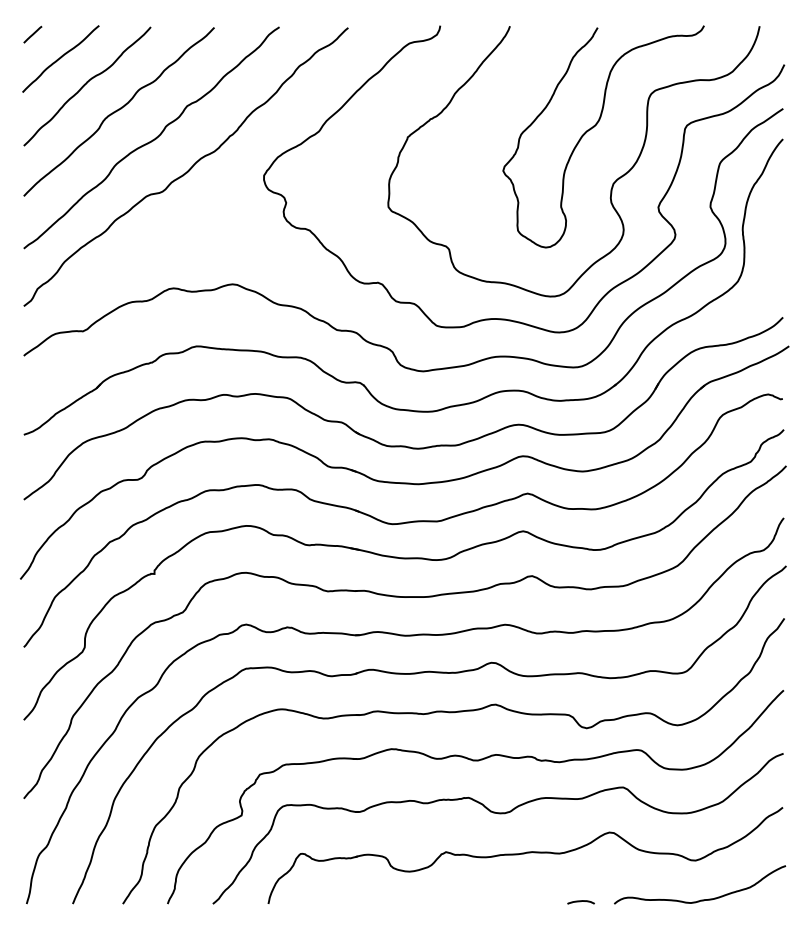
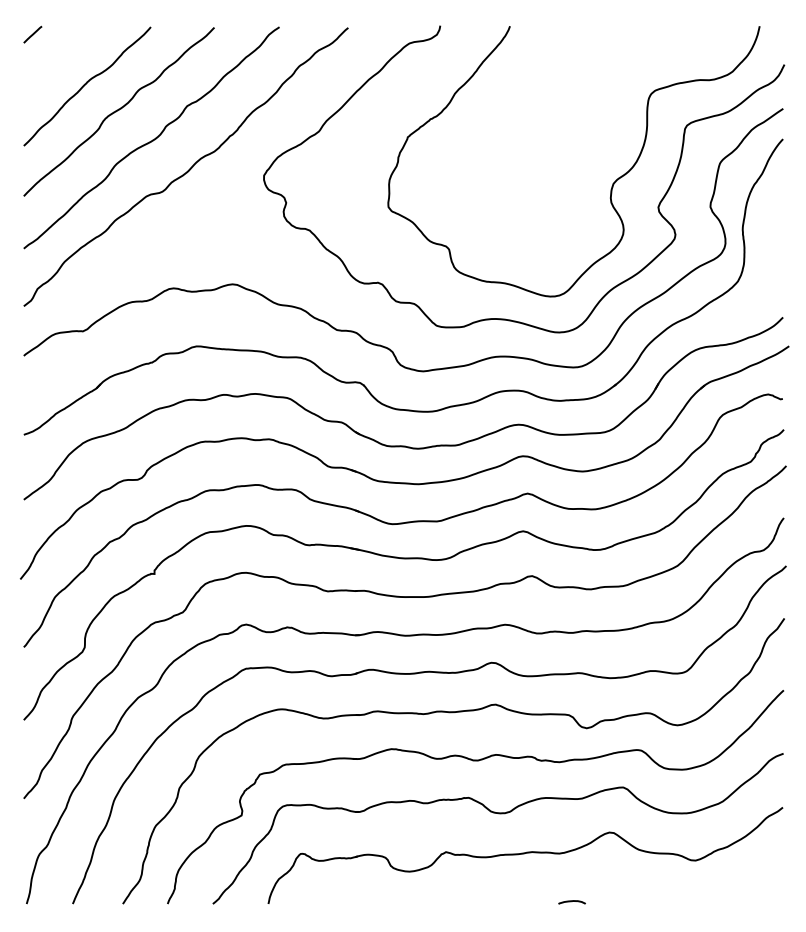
curve at (60, 58): present -> none
curve at (594, 127): present -> none
curve at (700, 899): present -> none
curve at (580, 902) position: (580, 902) -> (571, 902)
